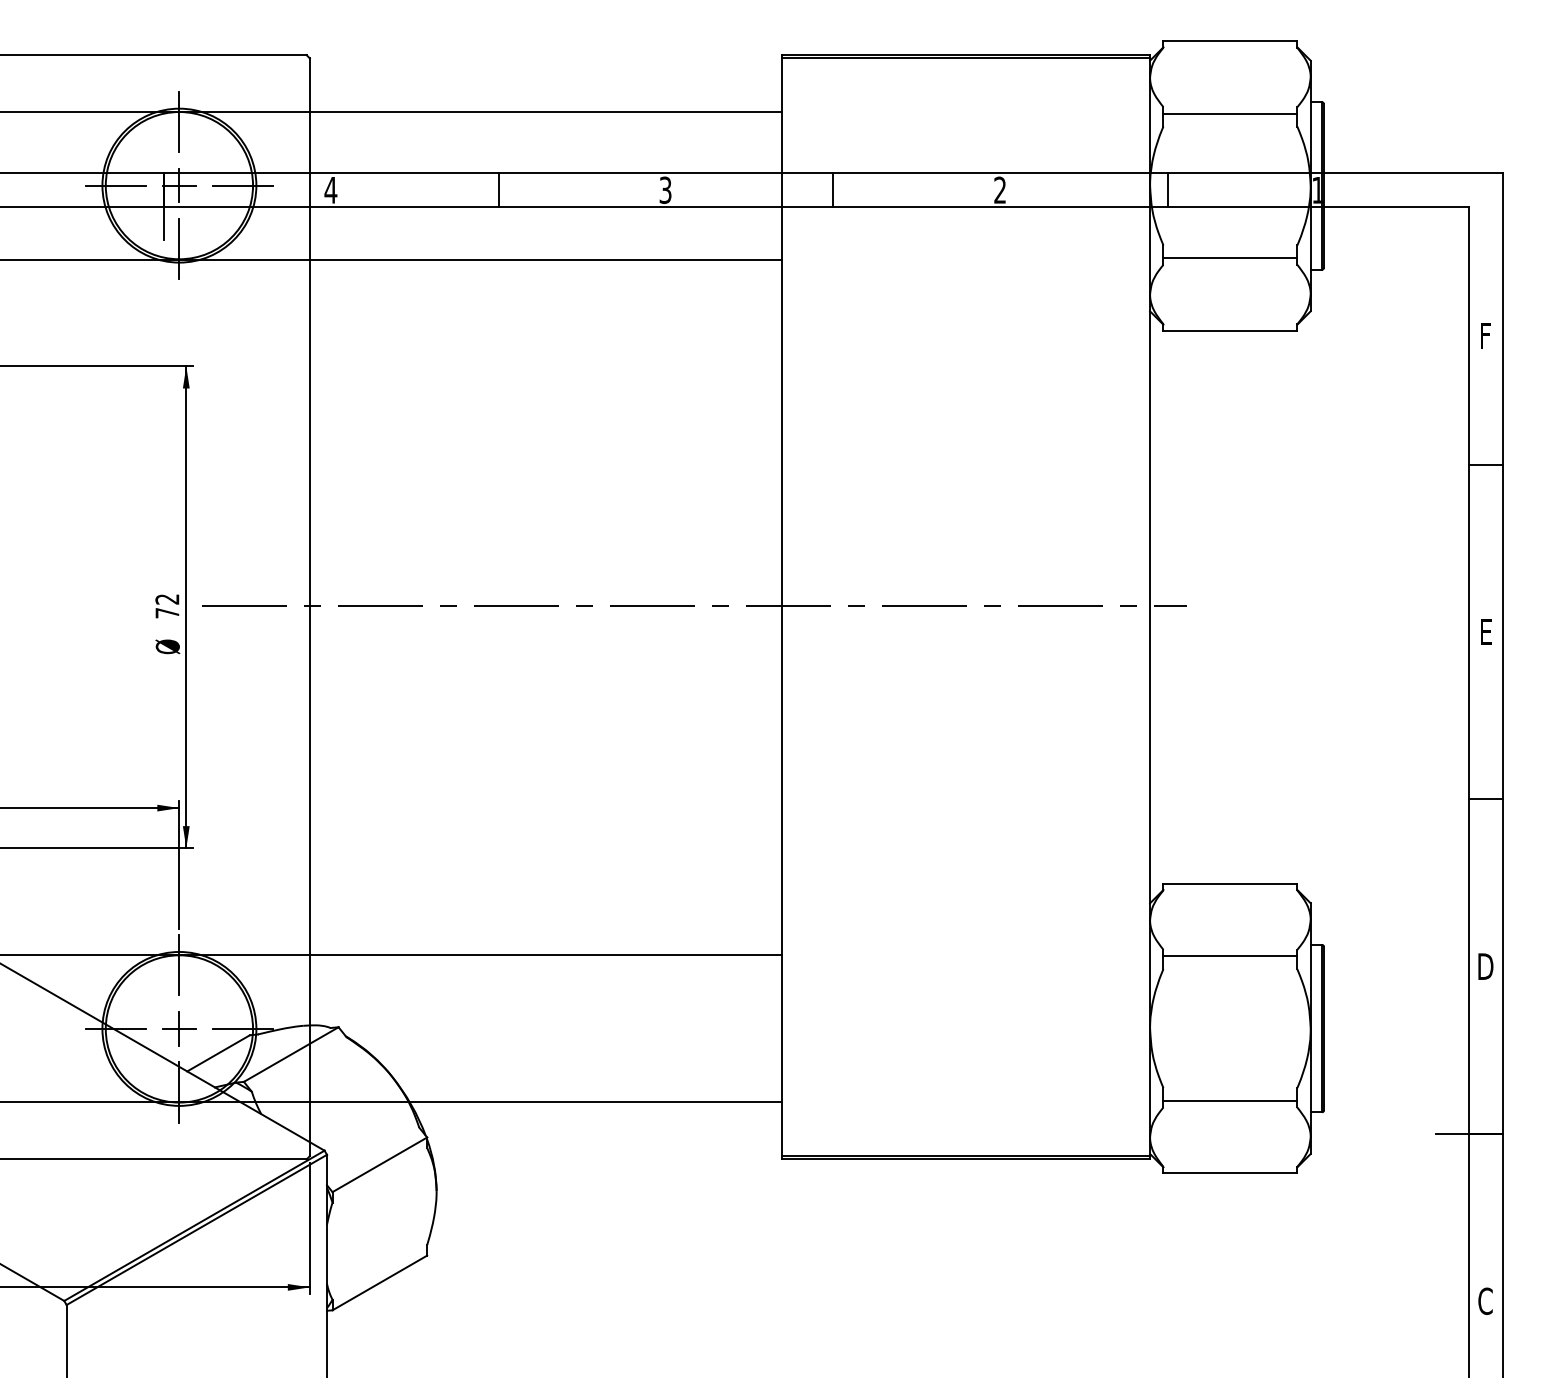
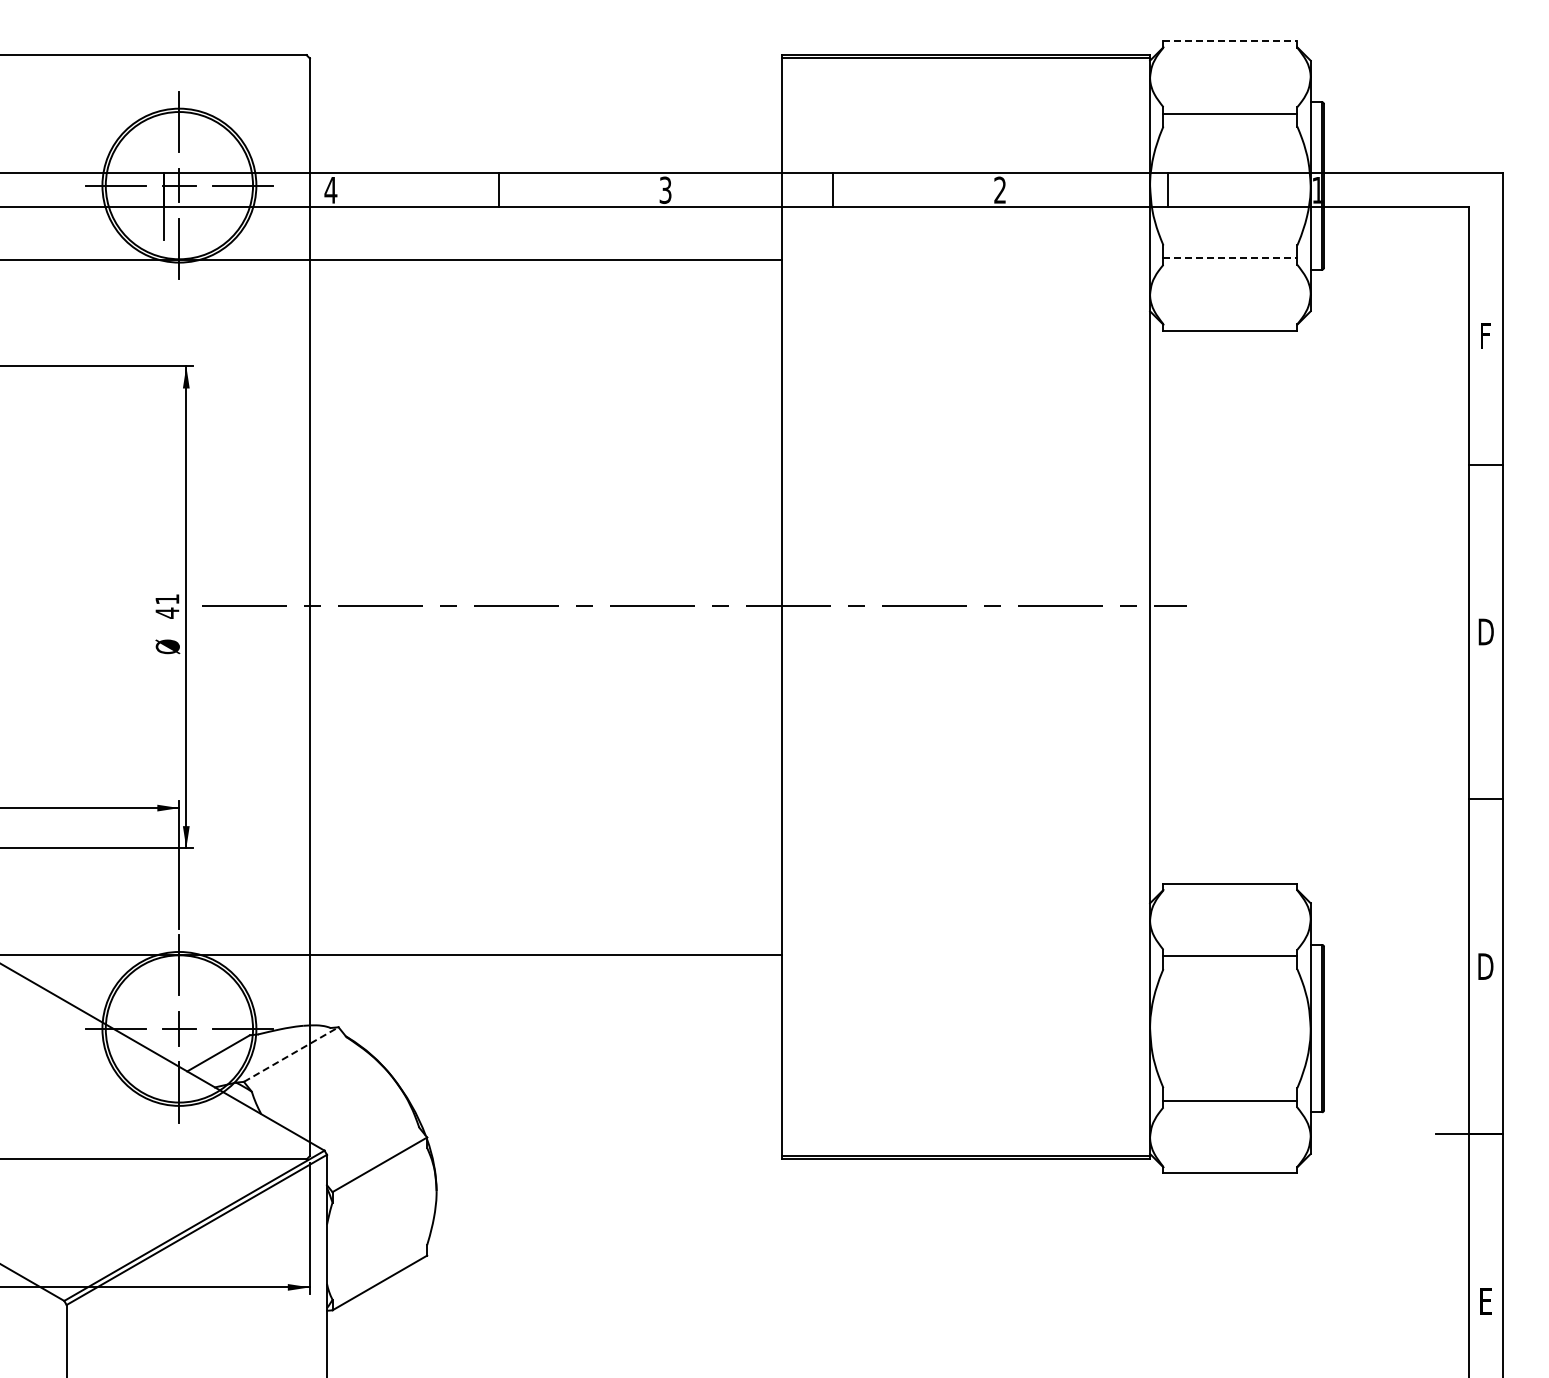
line at (1230, 41): solid -> dashed
line at (391, 112): present -> none
line at (1230, 258): solid -> dashed
text at (167, 606): 72 -> 41
text at (1485, 631): E -> D
line at (291, 1054): solid -> dashed
line at (391, 1102): present -> none
text at (1485, 1300): C -> E
